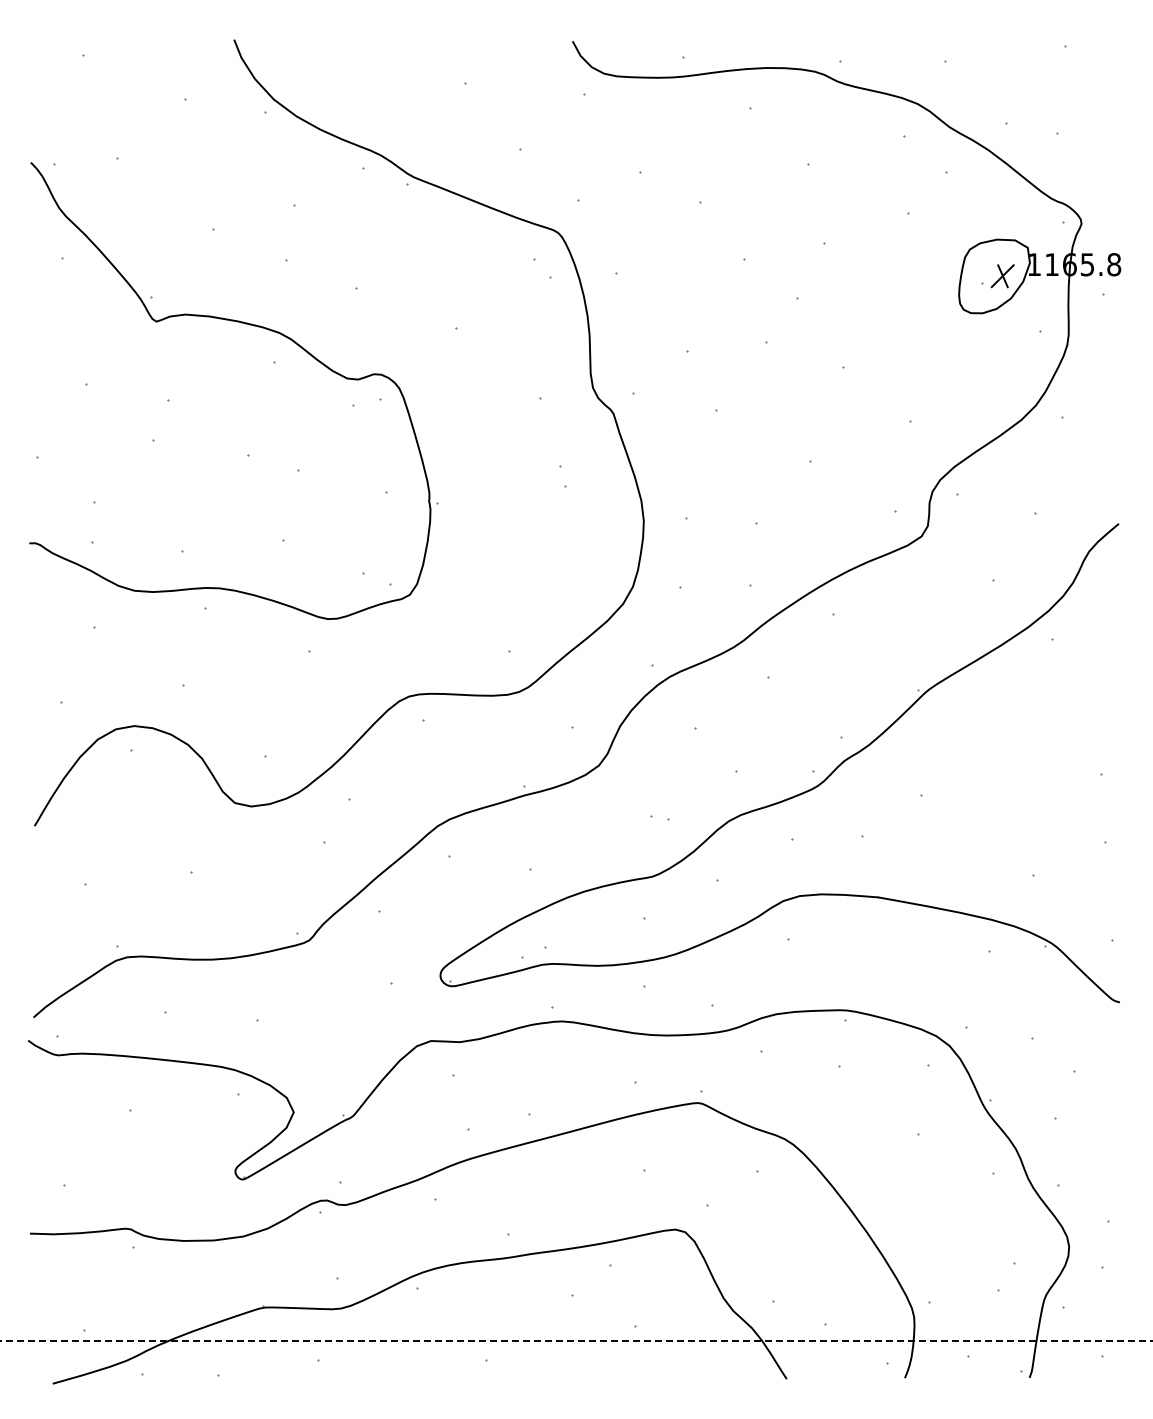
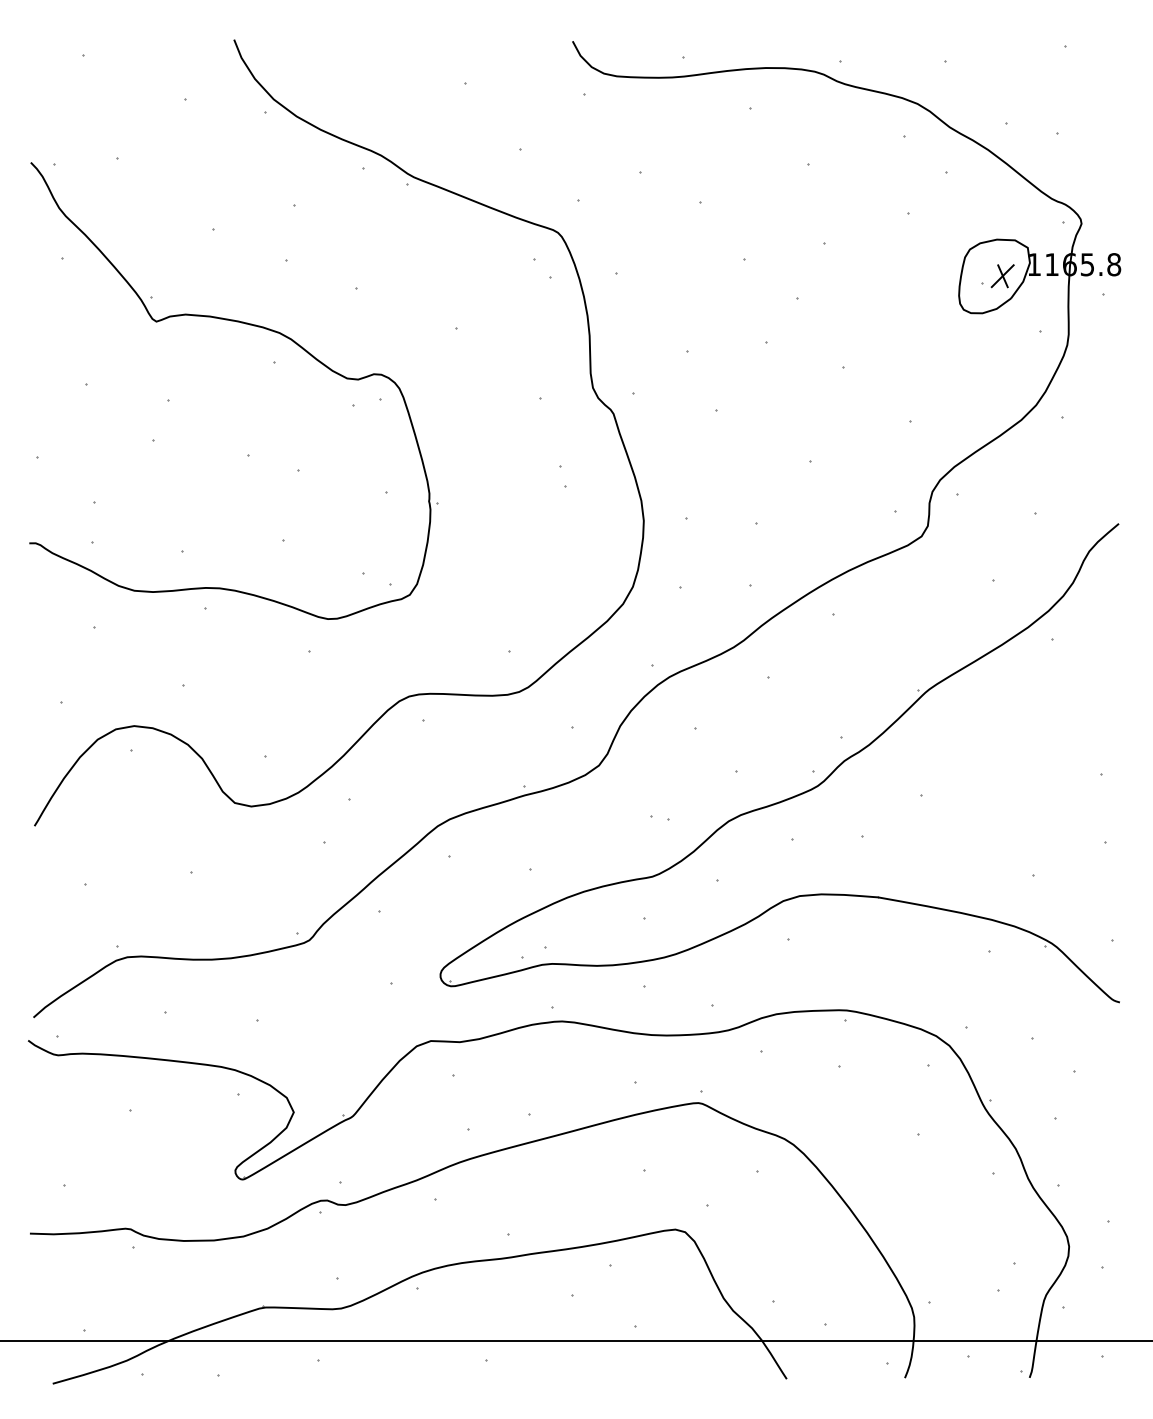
line at (577, 1340): dashed -> solid
